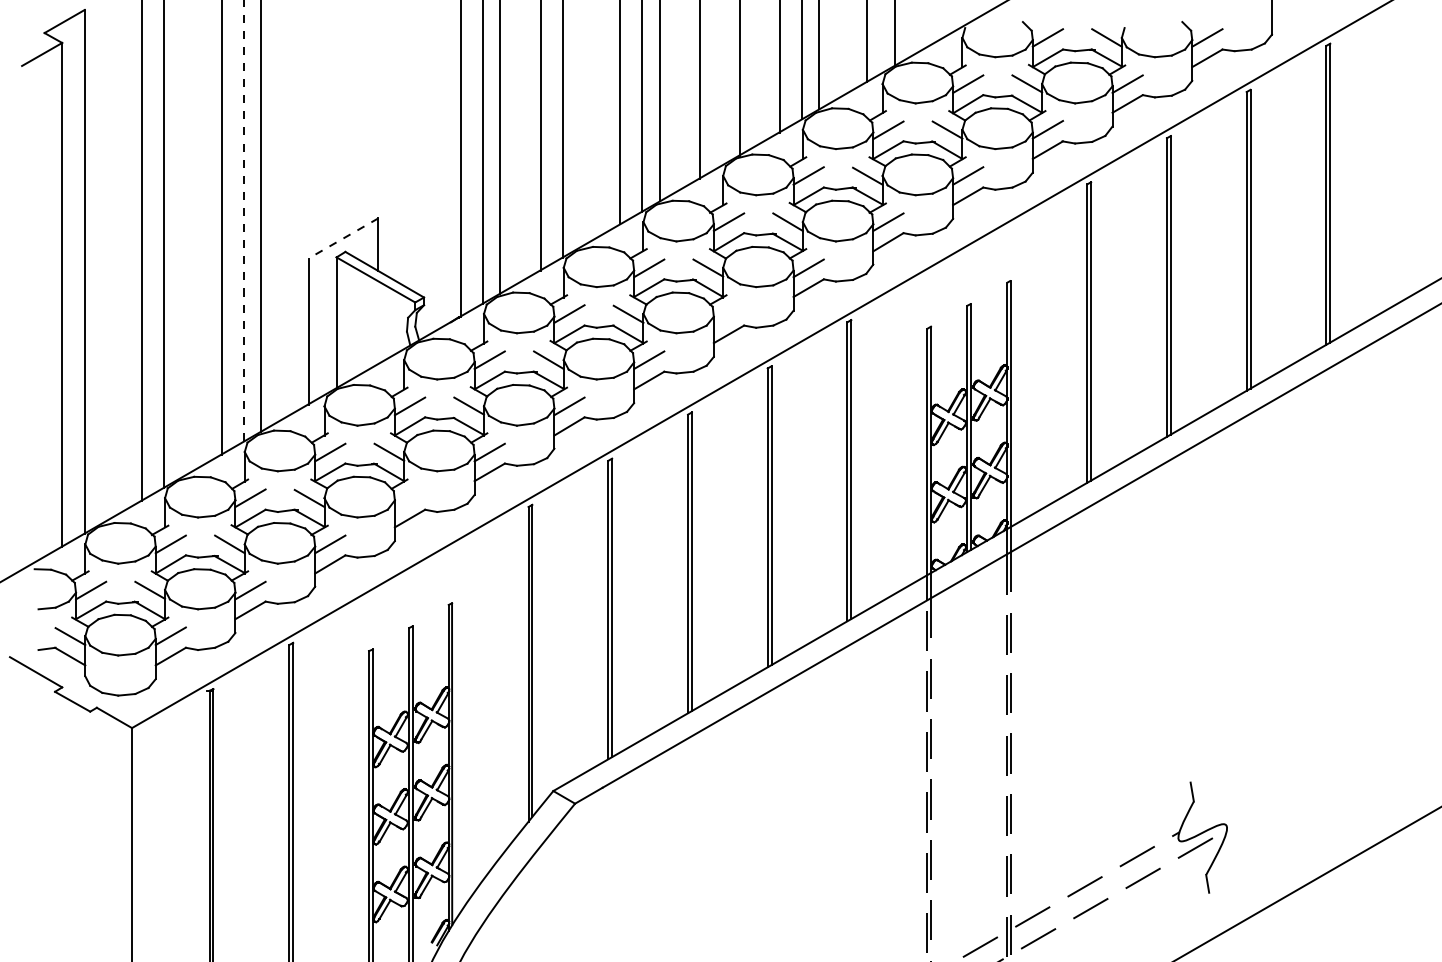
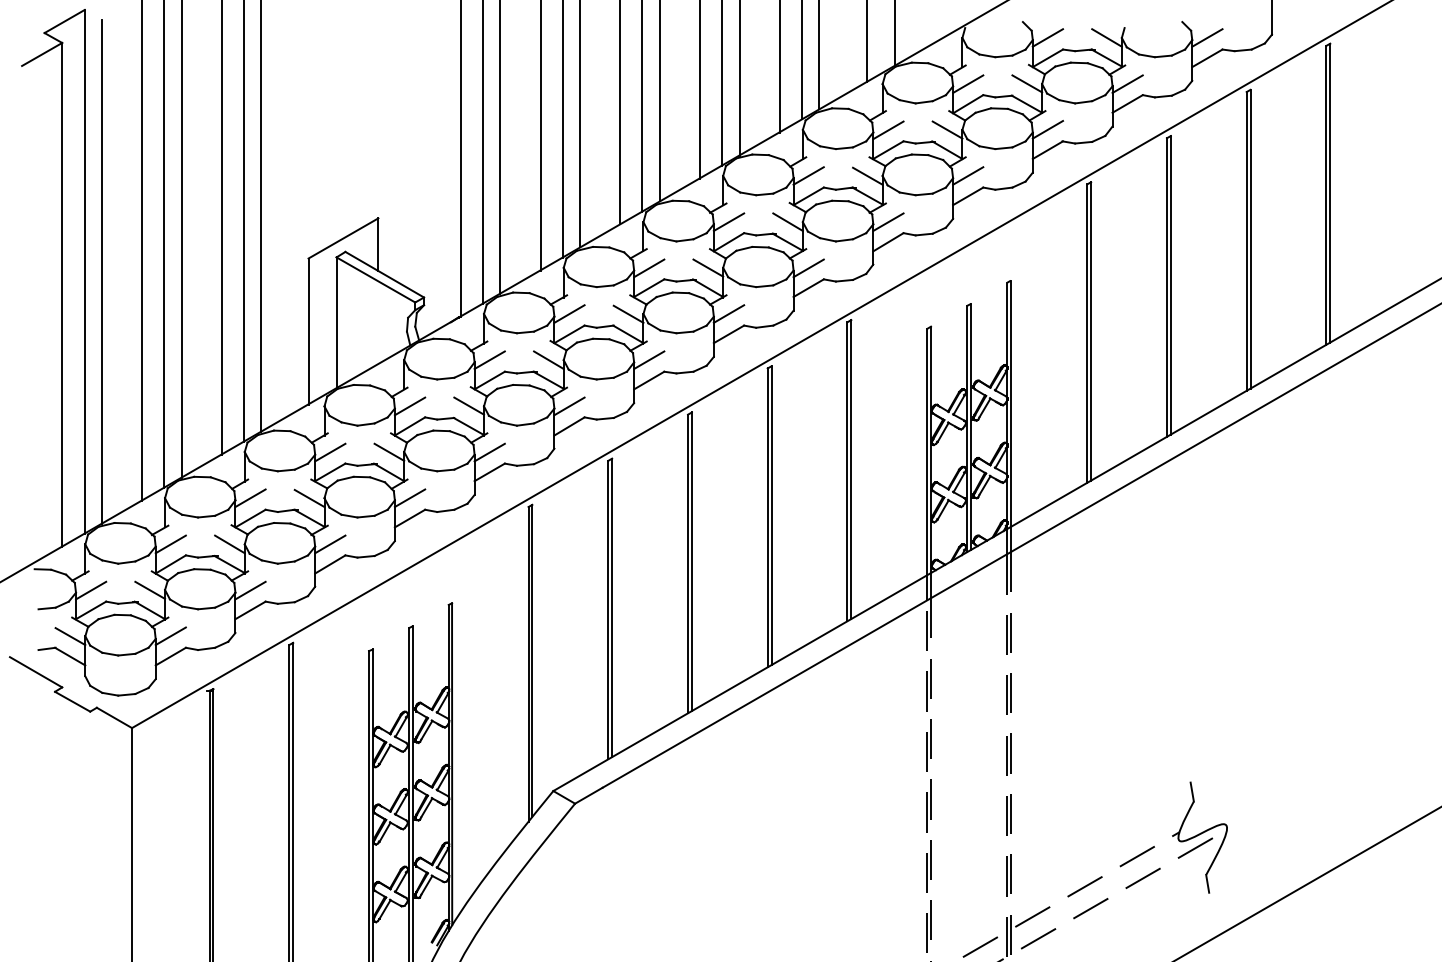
line at (722, 83): none -> present
line at (580, 124): none -> present
line at (243, 220): dashed -> solid
line at (343, 238): dashed -> solid
line at (181, 239): none -> present
line at (101, 271): none -> present
line at (728, 313): none -> present
line at (409, 498): none -> present
